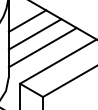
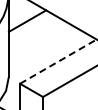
line at (34, 34): present -> none
line at (42, 47): present -> none
line at (58, 61): solid -> dashed
